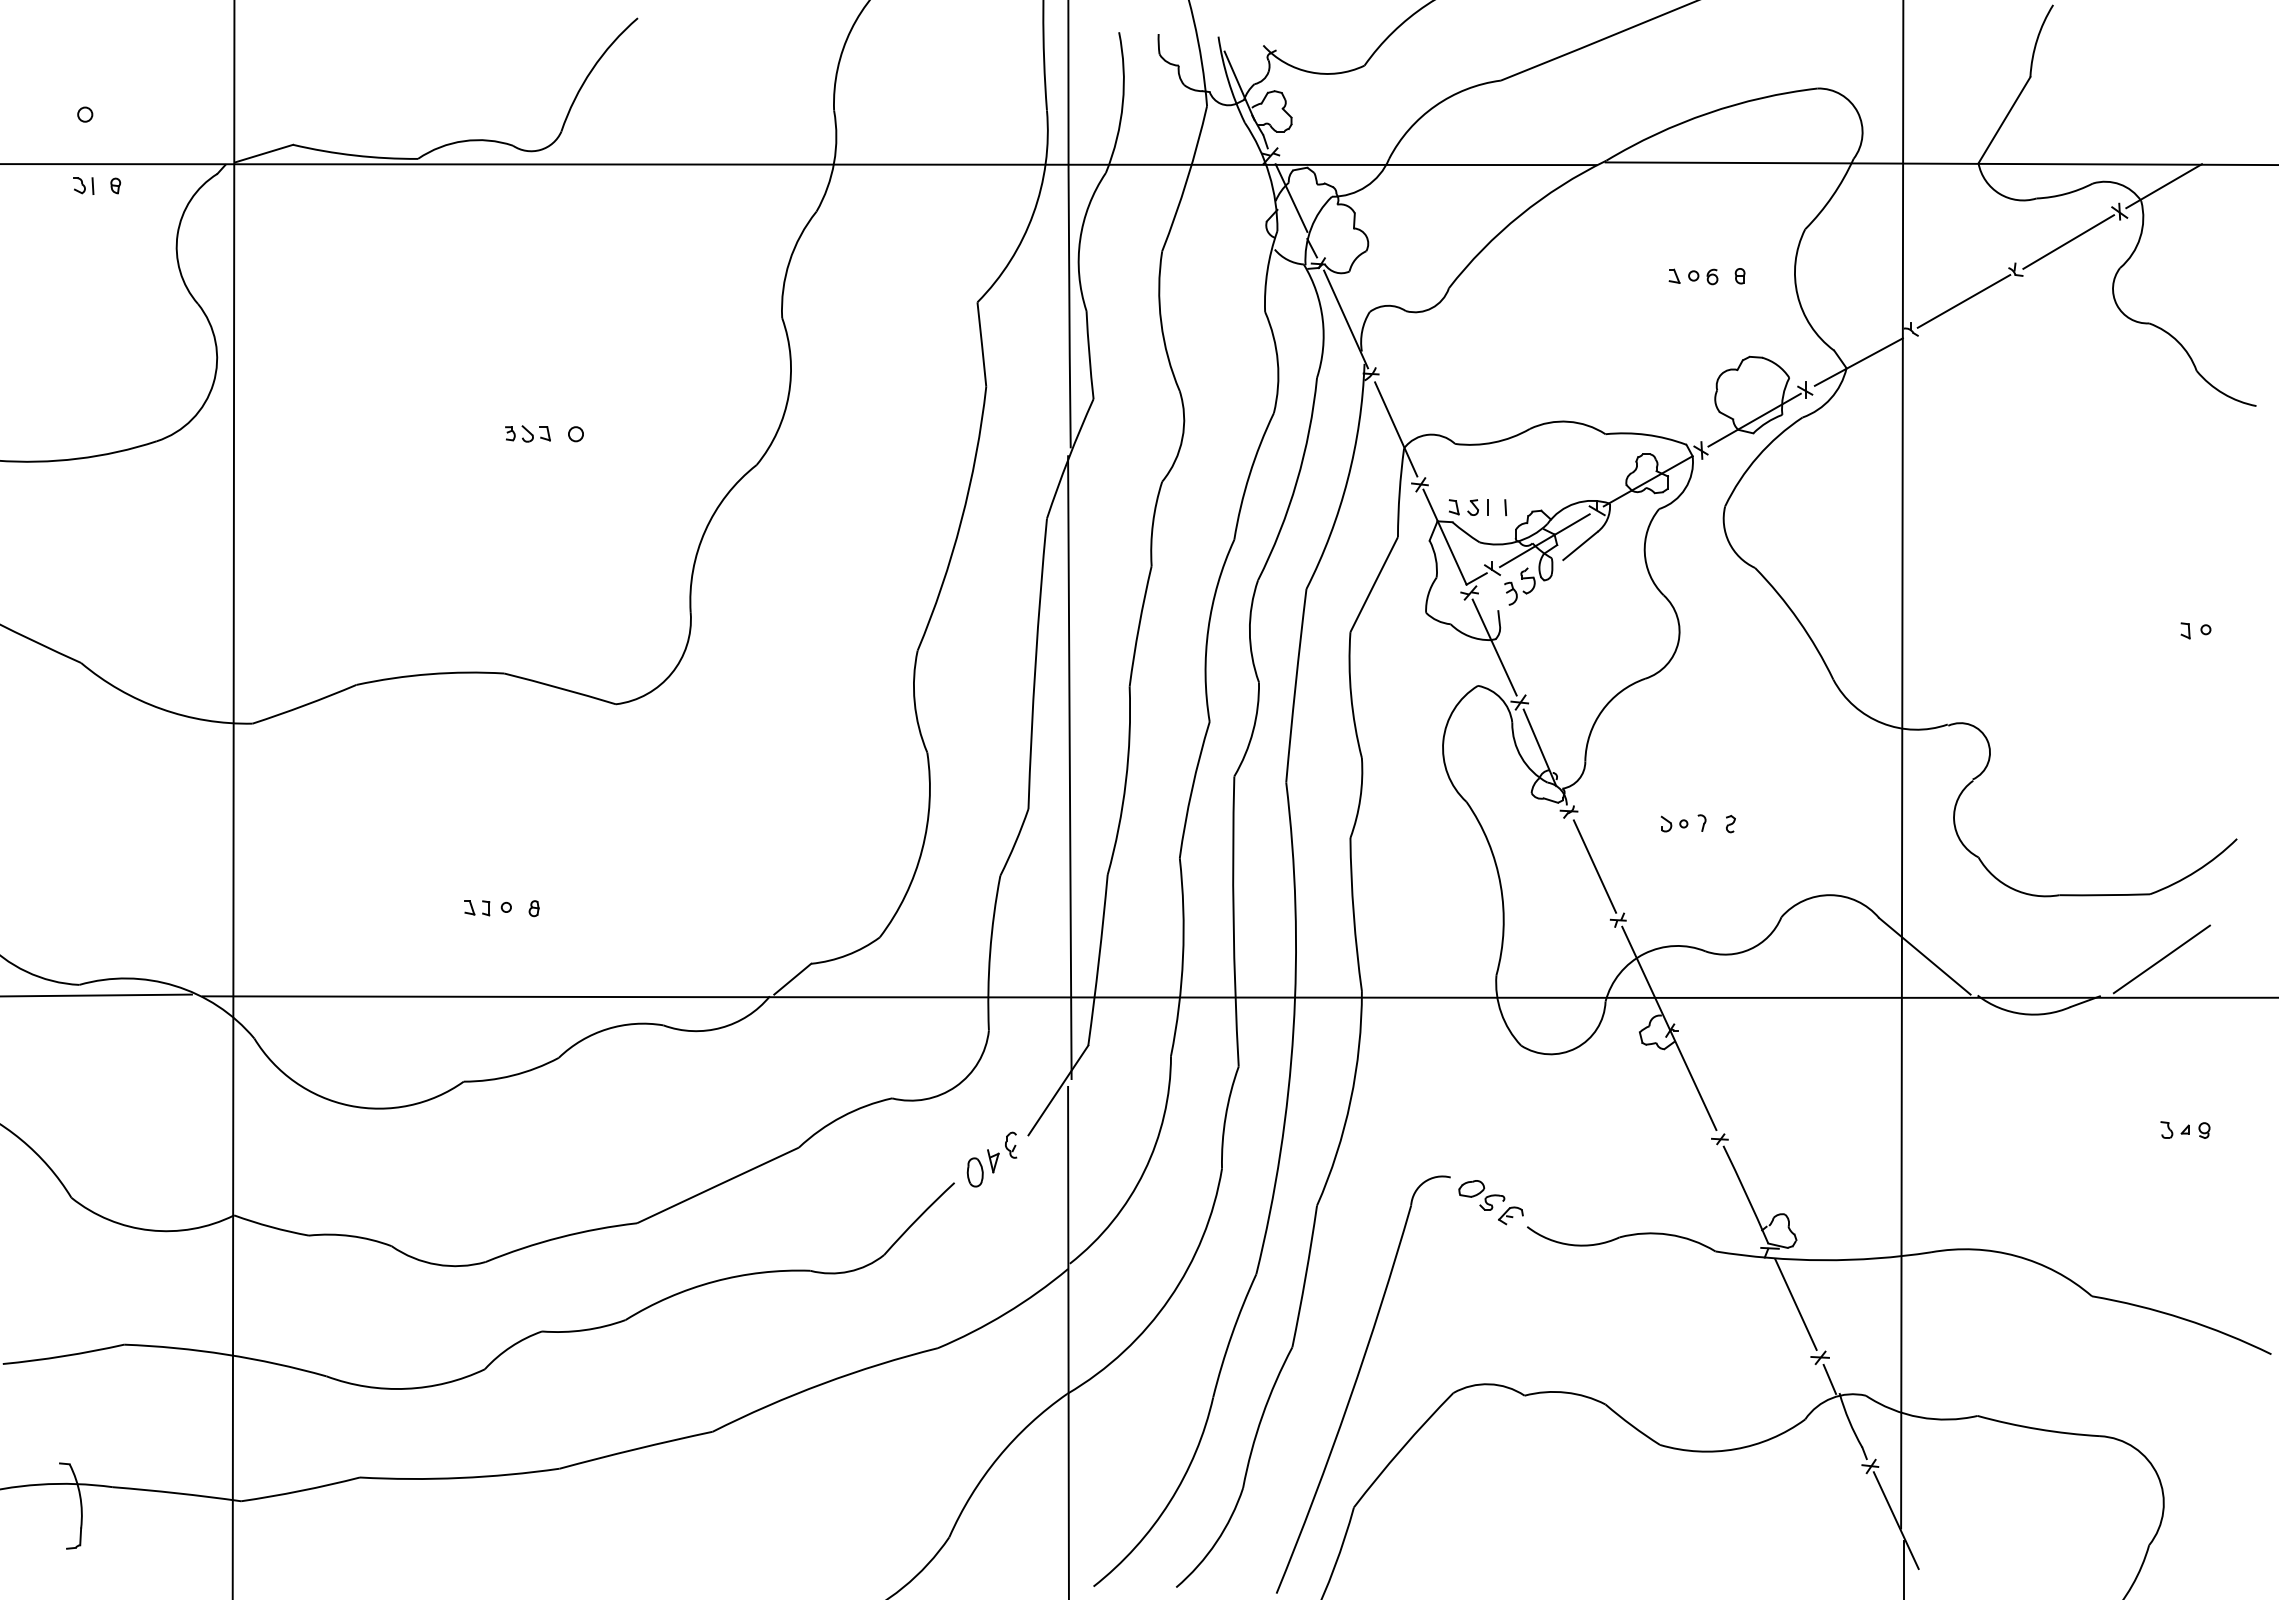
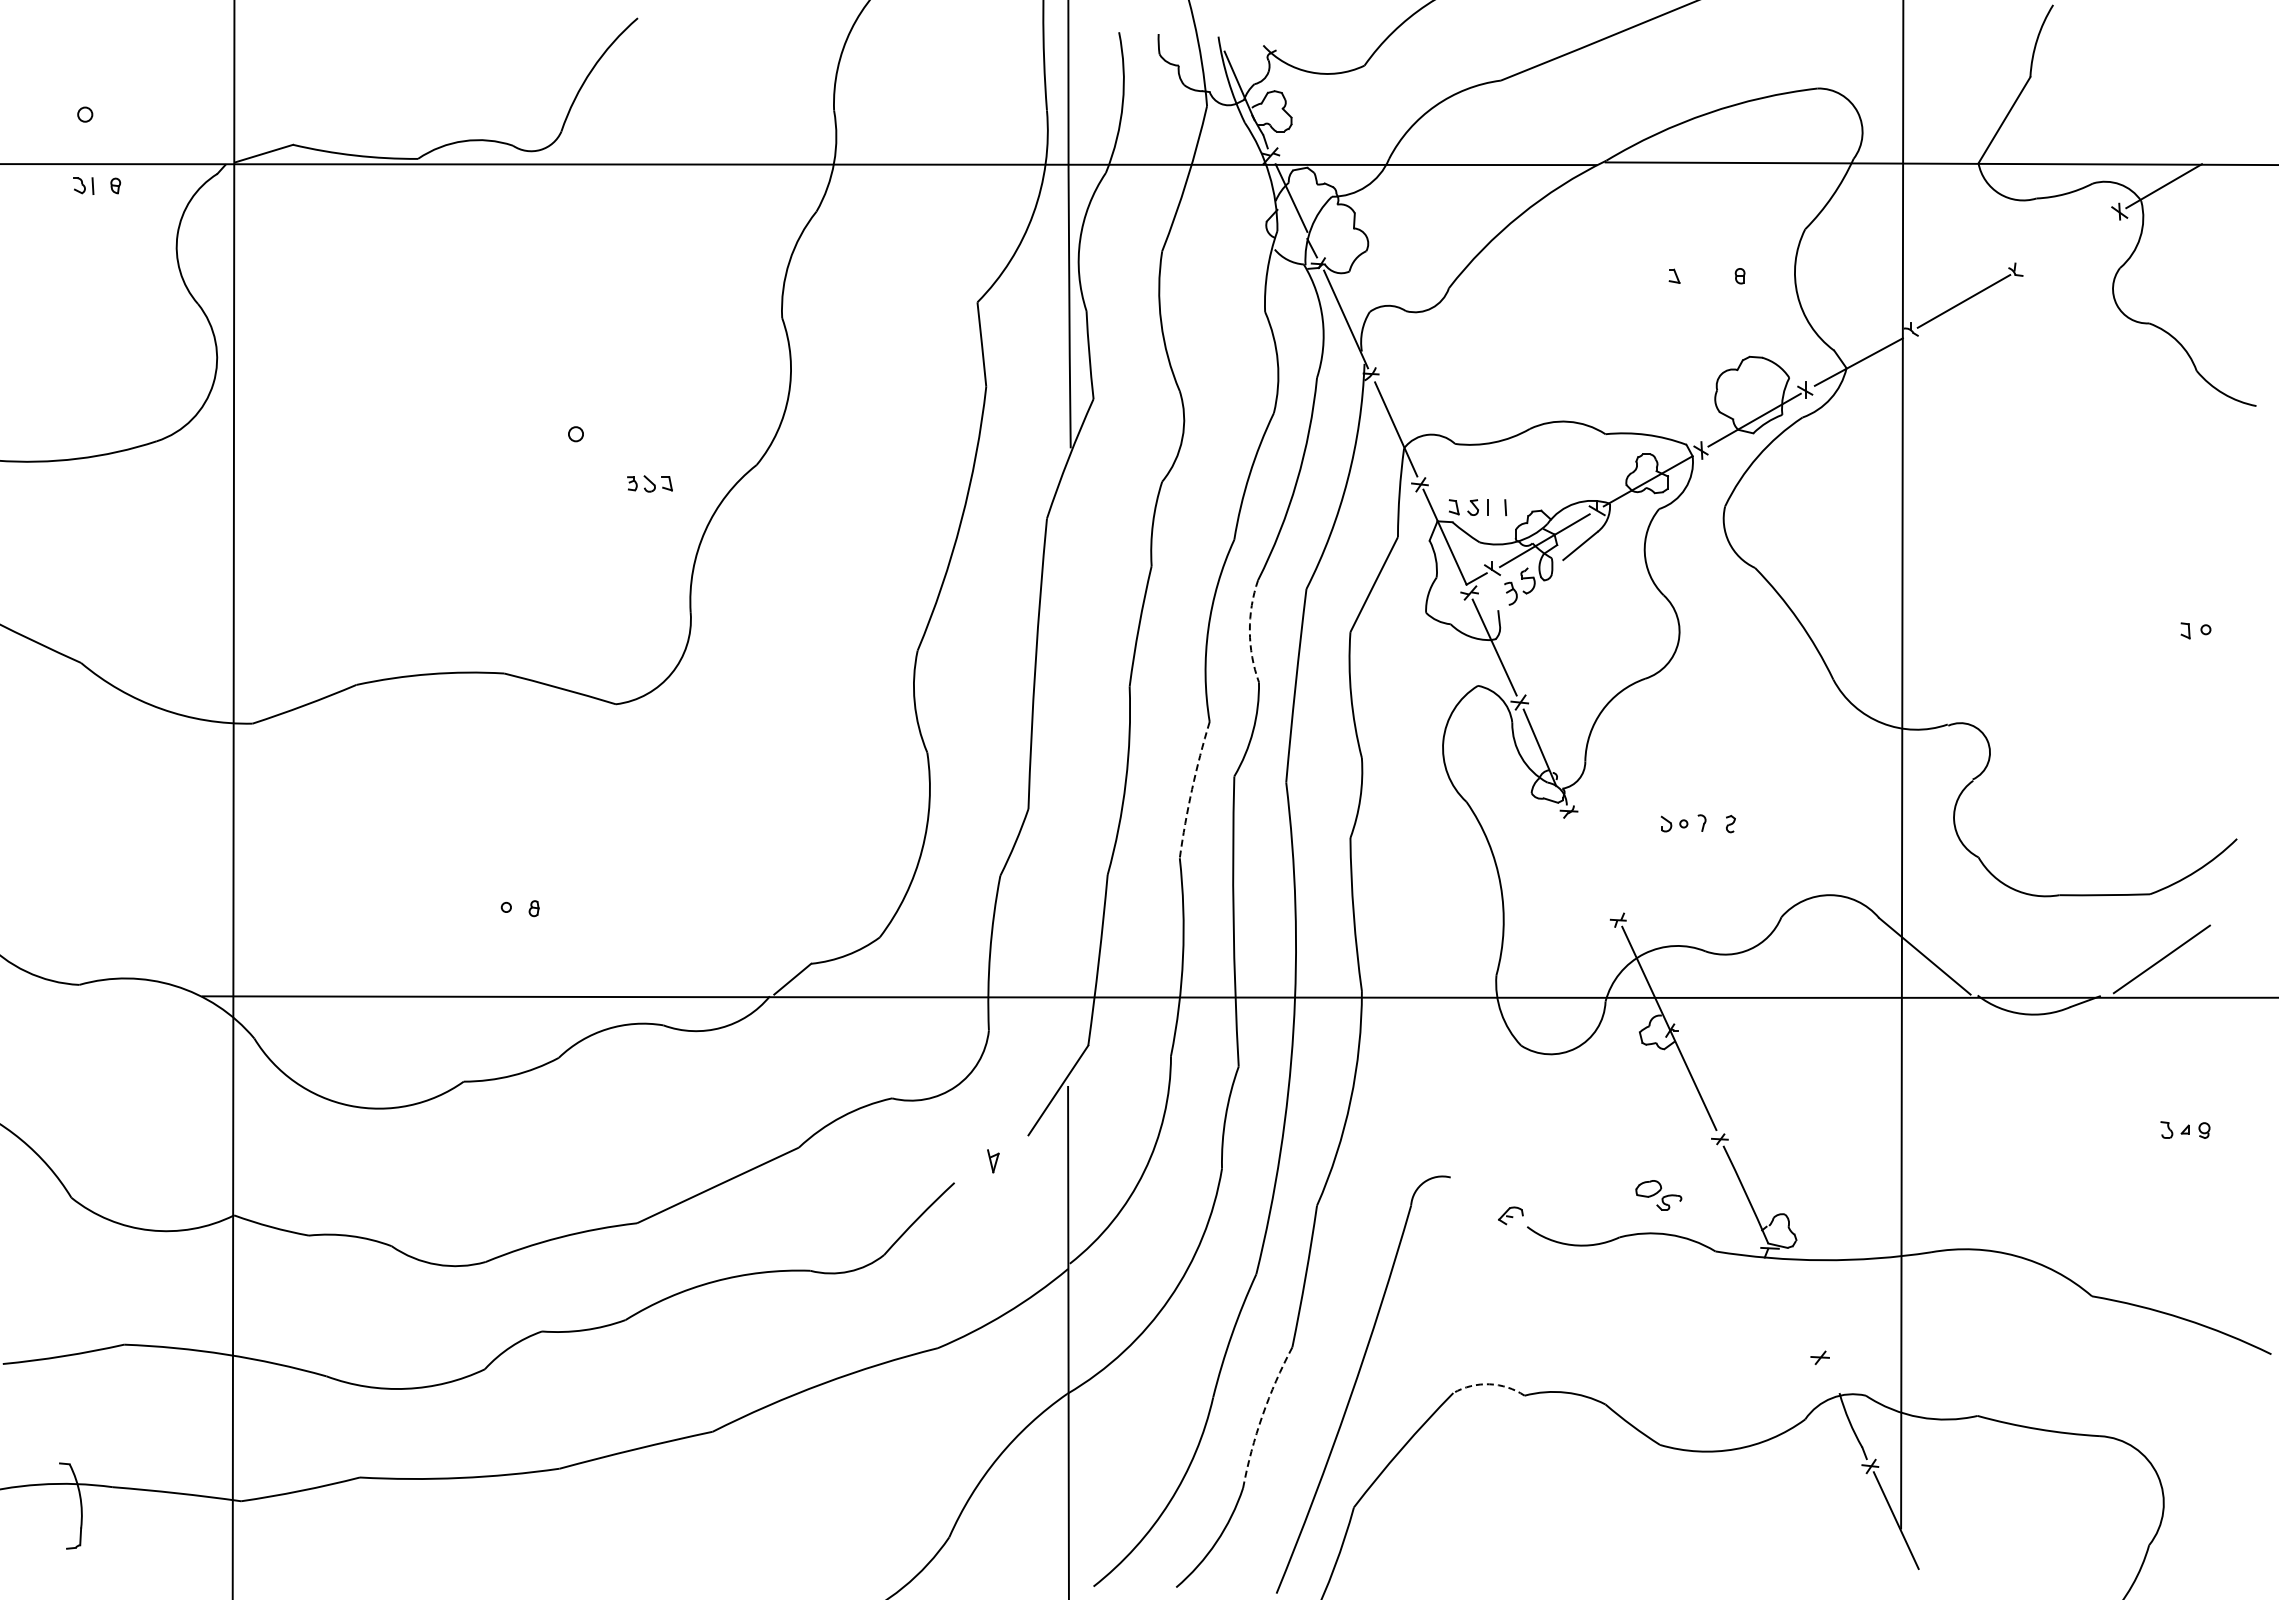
line at (2068, 241): present -> none
part at (1703, 276): present -> none
part at (527, 433) position: (527, 433) -> (649, 483)
arc at (1249, 631): solid -> dashed
line at (1069, 767): present -> none
arc at (1192, 789): solid -> dashed
line at (1594, 866): present -> none
part at (477, 908): present -> none
line at (96, 995): present -> none
part at (1011, 1144): present -> none
part at (974, 1172): present -> none
part at (1481, 1195) position: (1481, 1195) -> (1658, 1195)
line at (1795, 1304): present -> none
line at (1829, 1378): present -> none
arc at (1489, 1384): solid -> dashed
arc at (1262, 1415): solid -> dashed
line at (1903, 1568): present -> none
